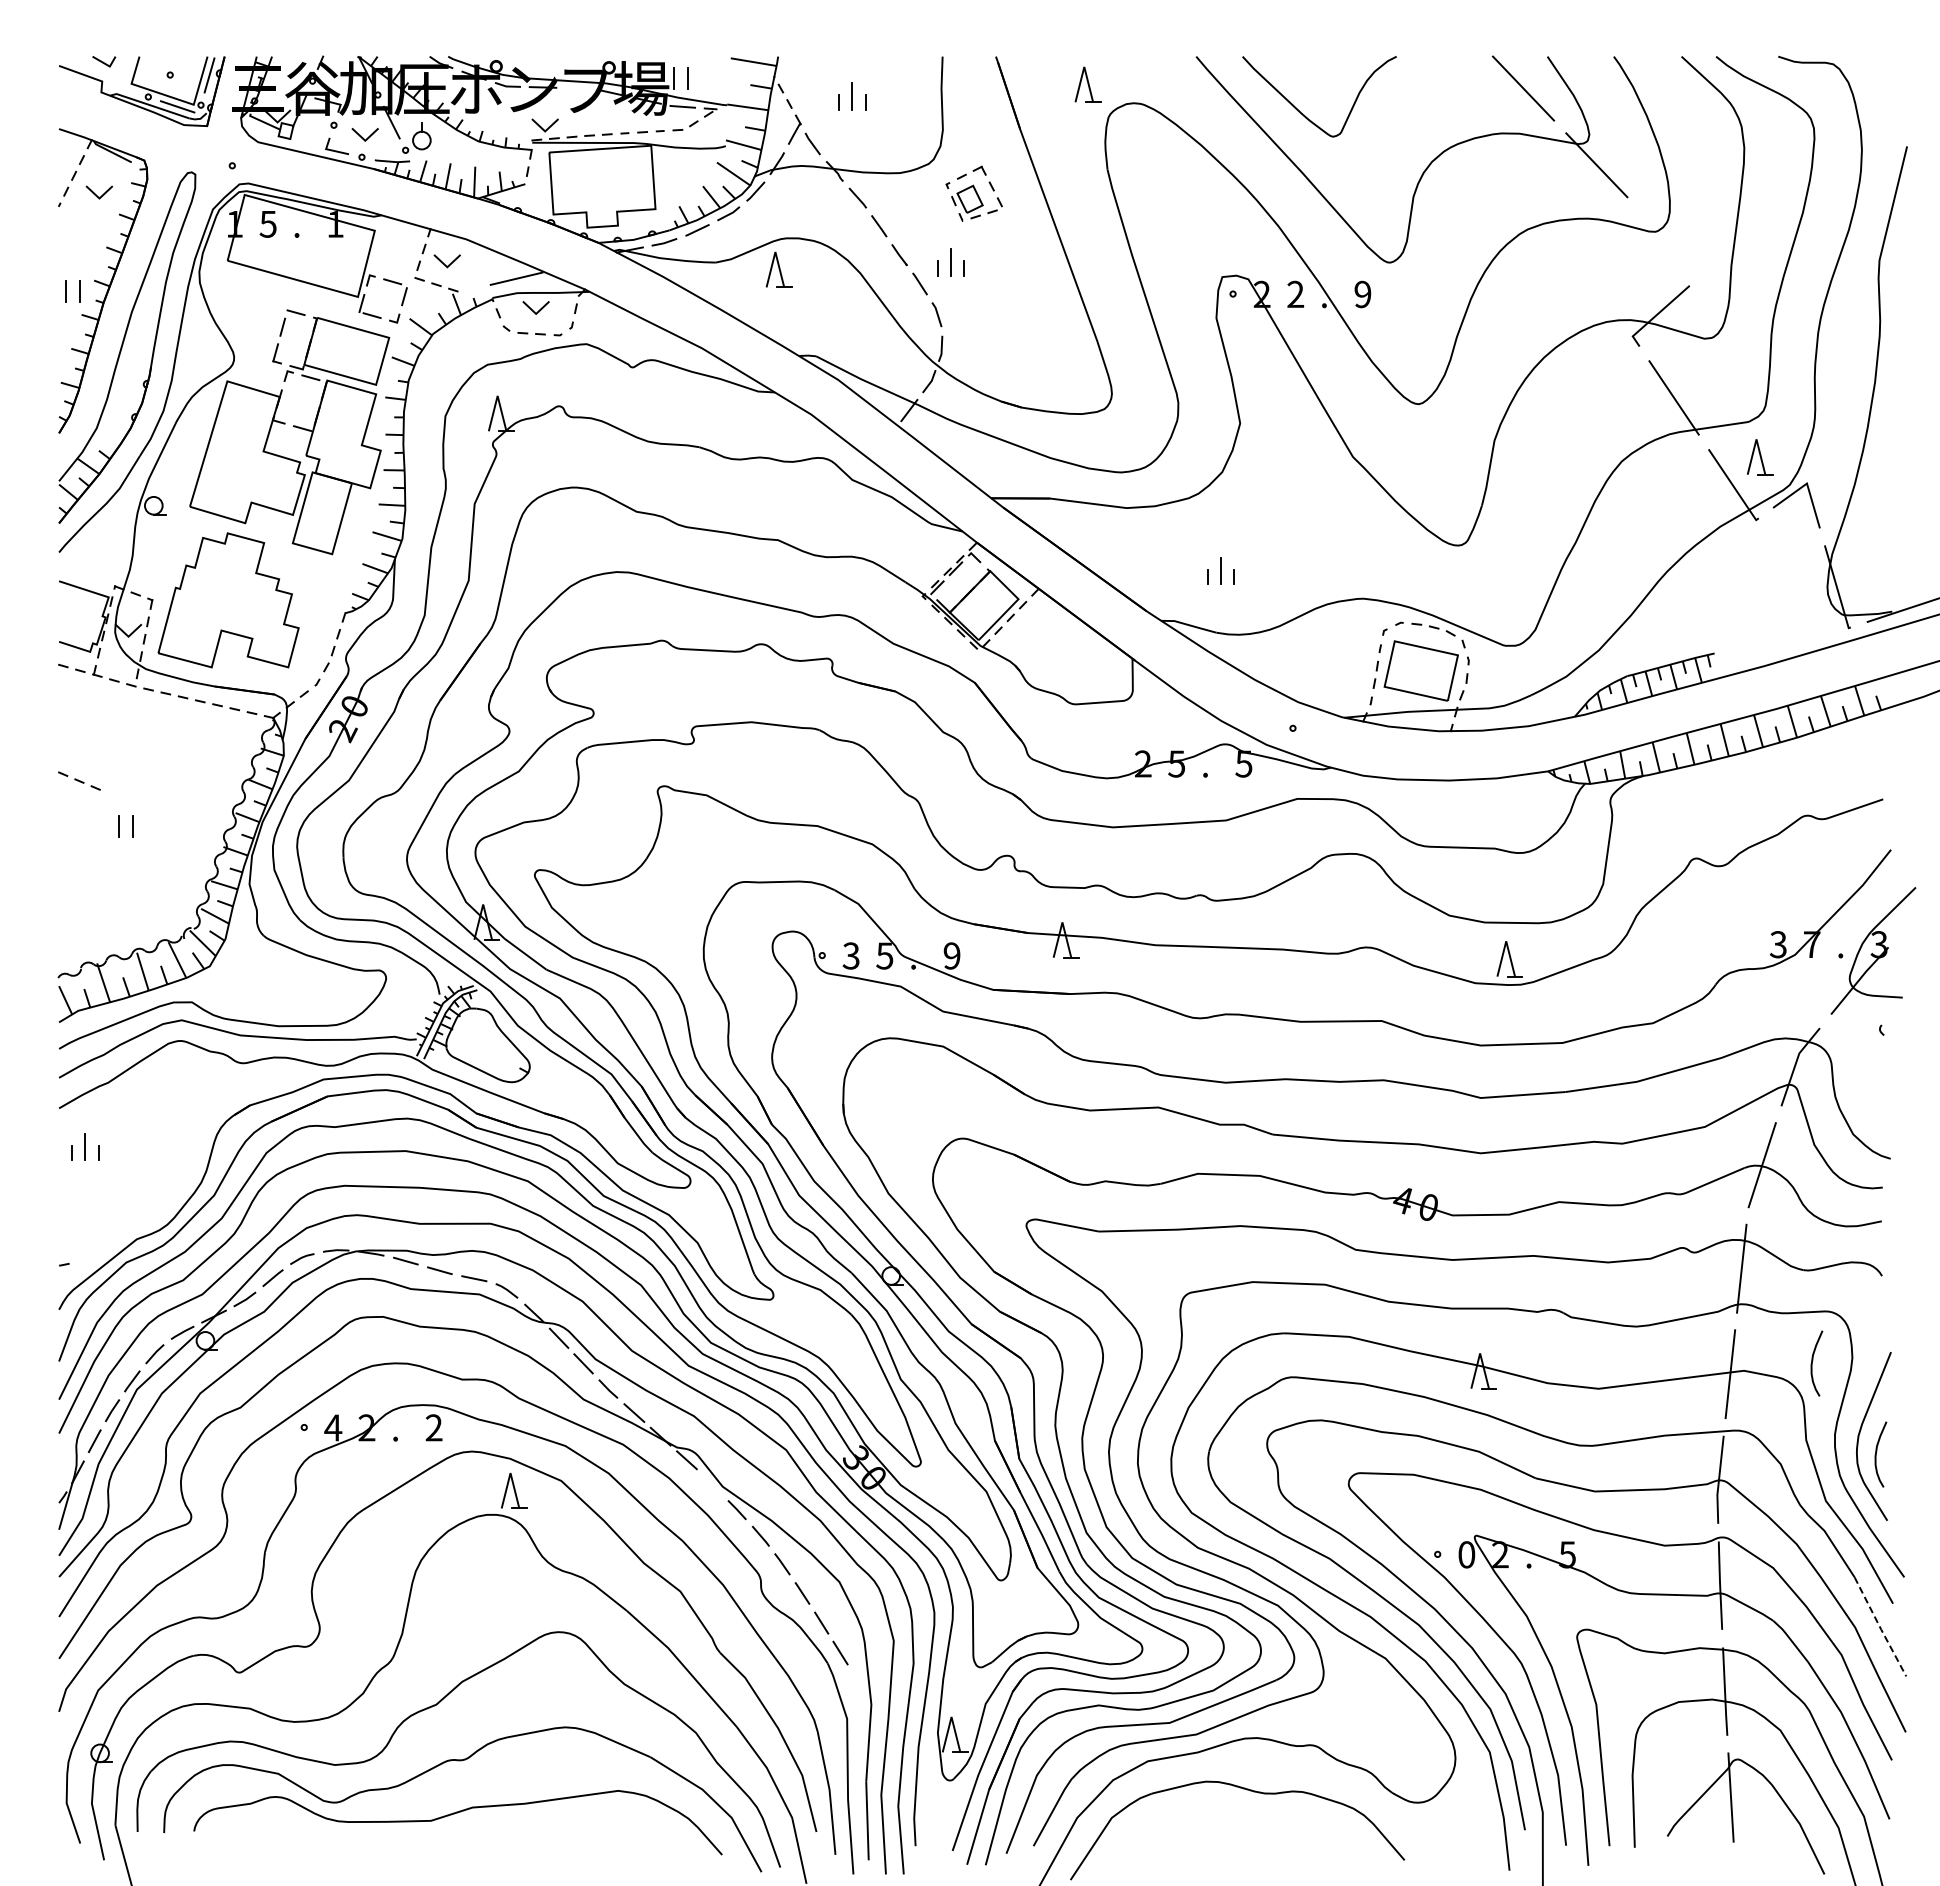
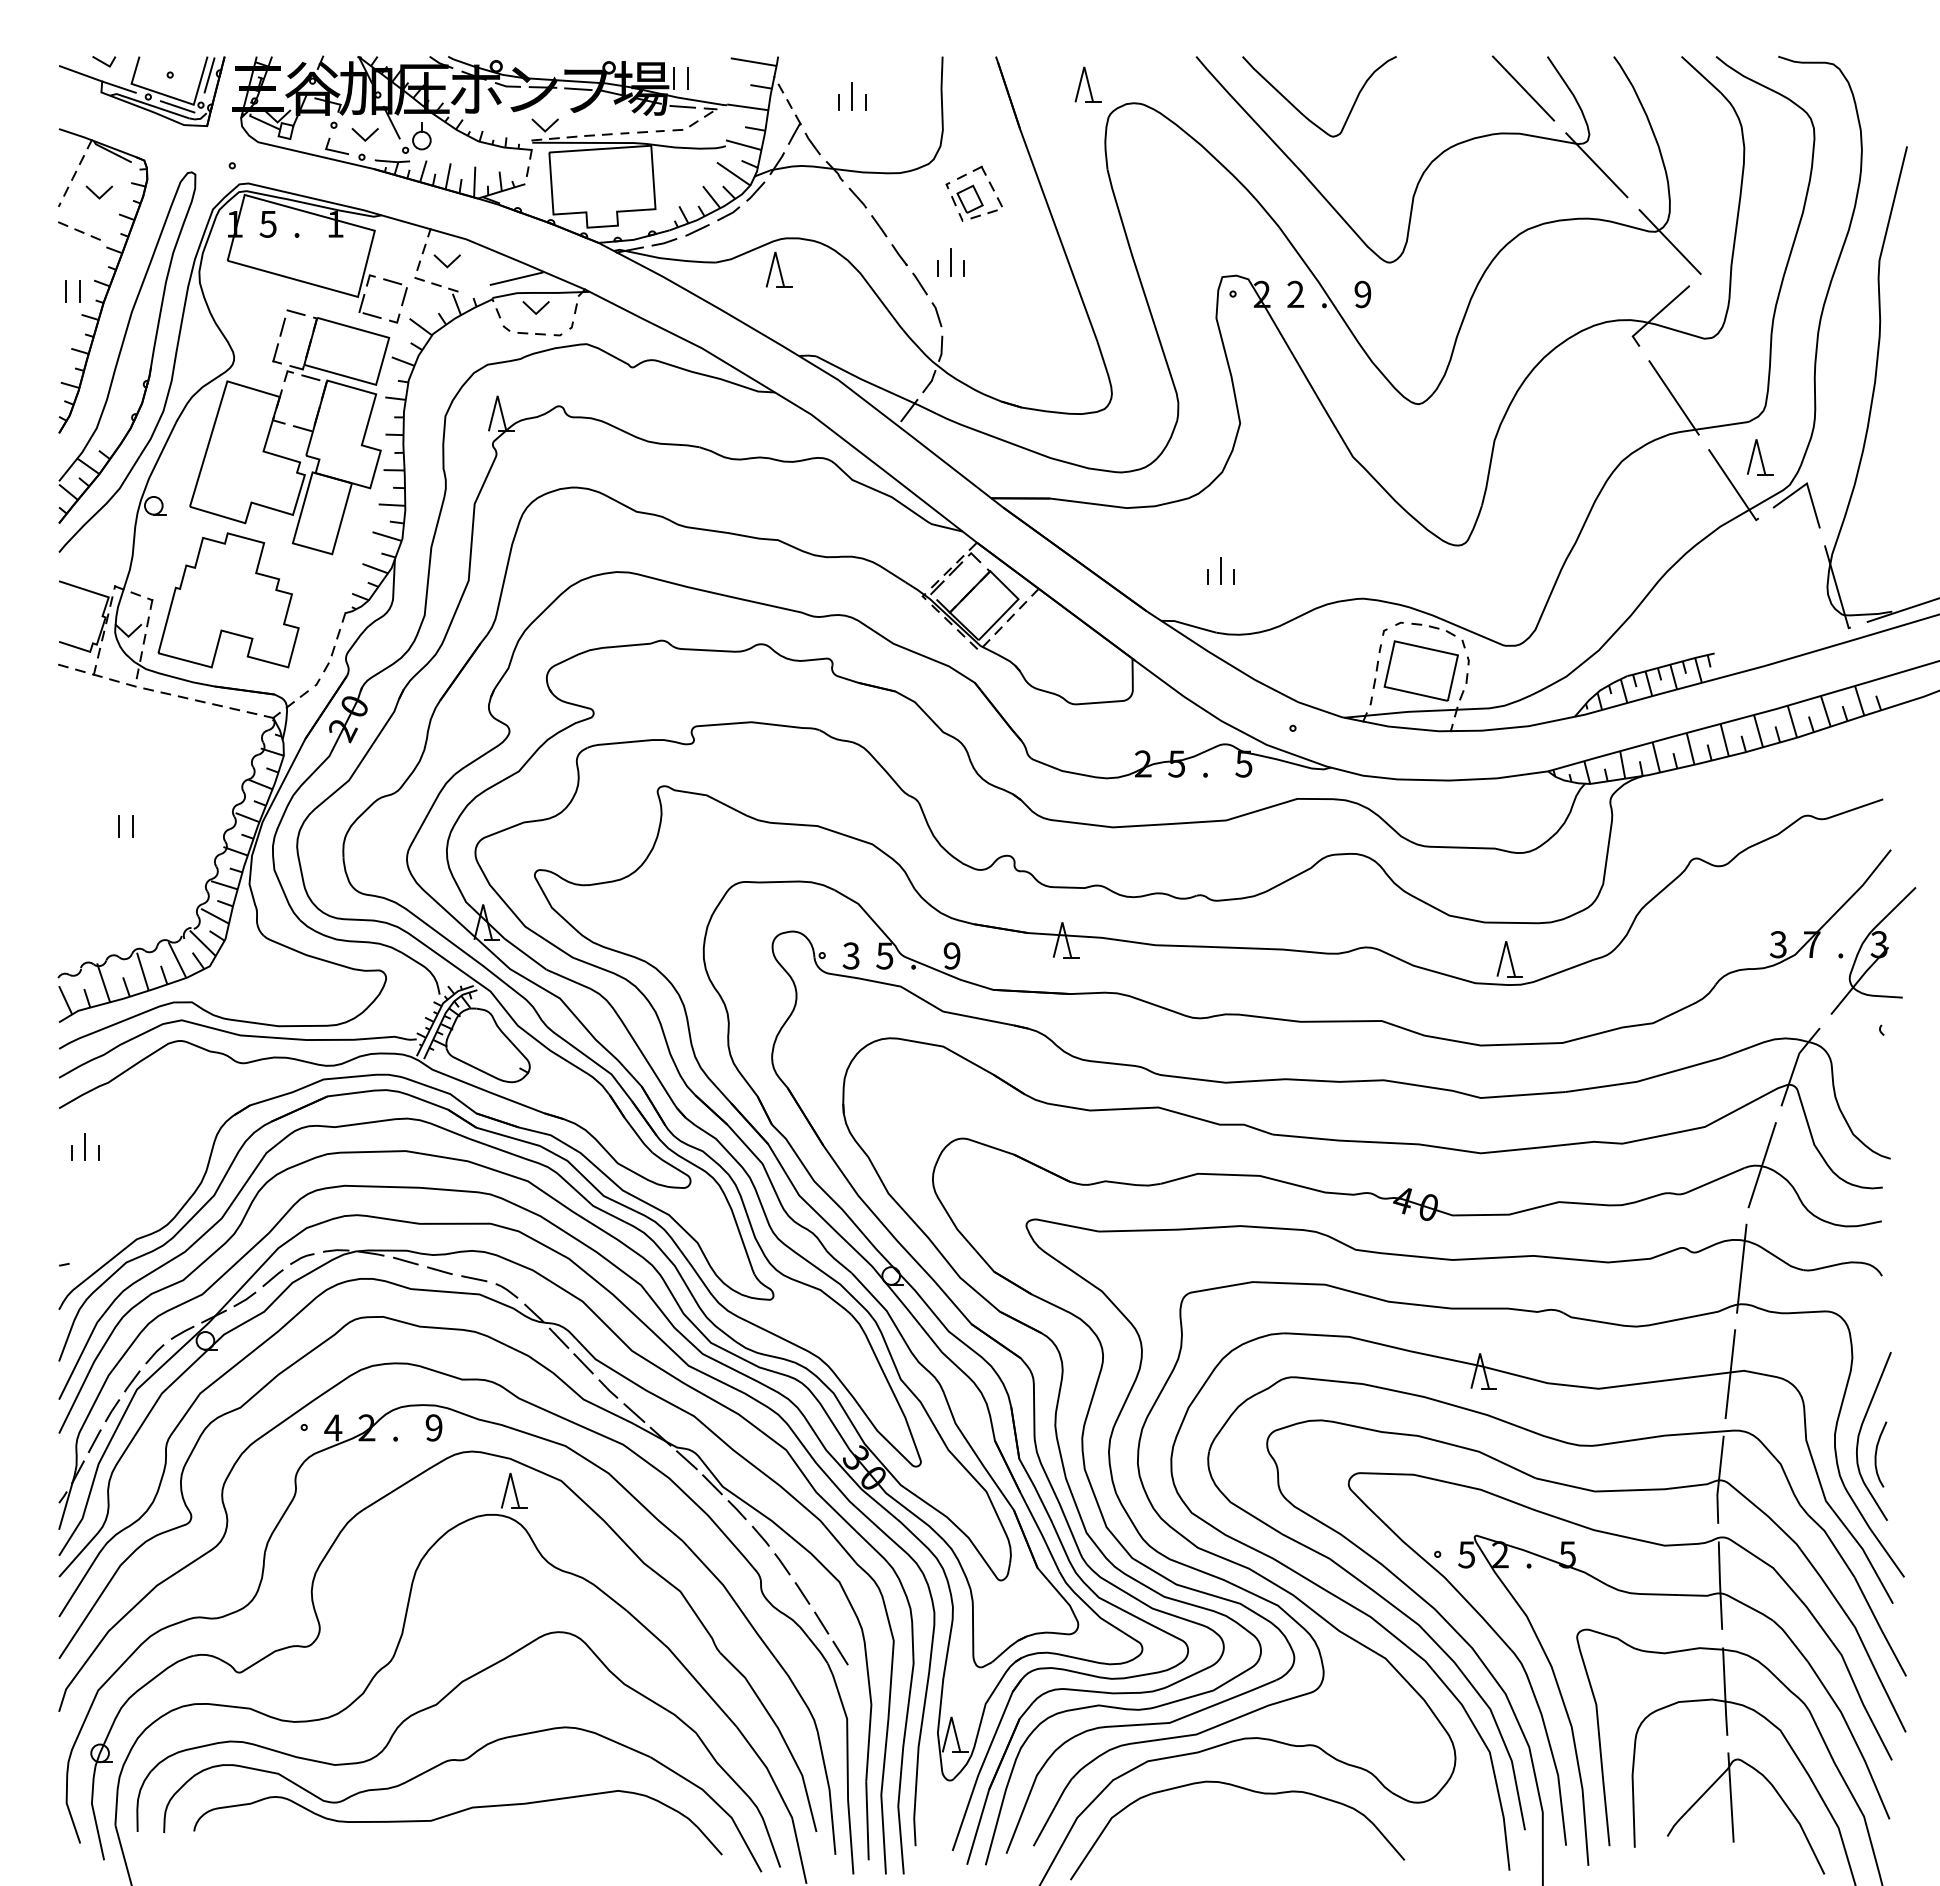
line at (118, 86): none -> present
line at (578, 89): none -> present
line at (1669, 241): none -> present
part at (79, 780) position: (79, 780) -> (79, 230)
curve at (1812, 1363): present -> none
text at (433, 1427): 2 -> 9
line at (712, 1484): none -> present
text at (1466, 1554): 0 -> 5
line at (1880, 1627): dashed -> solid
